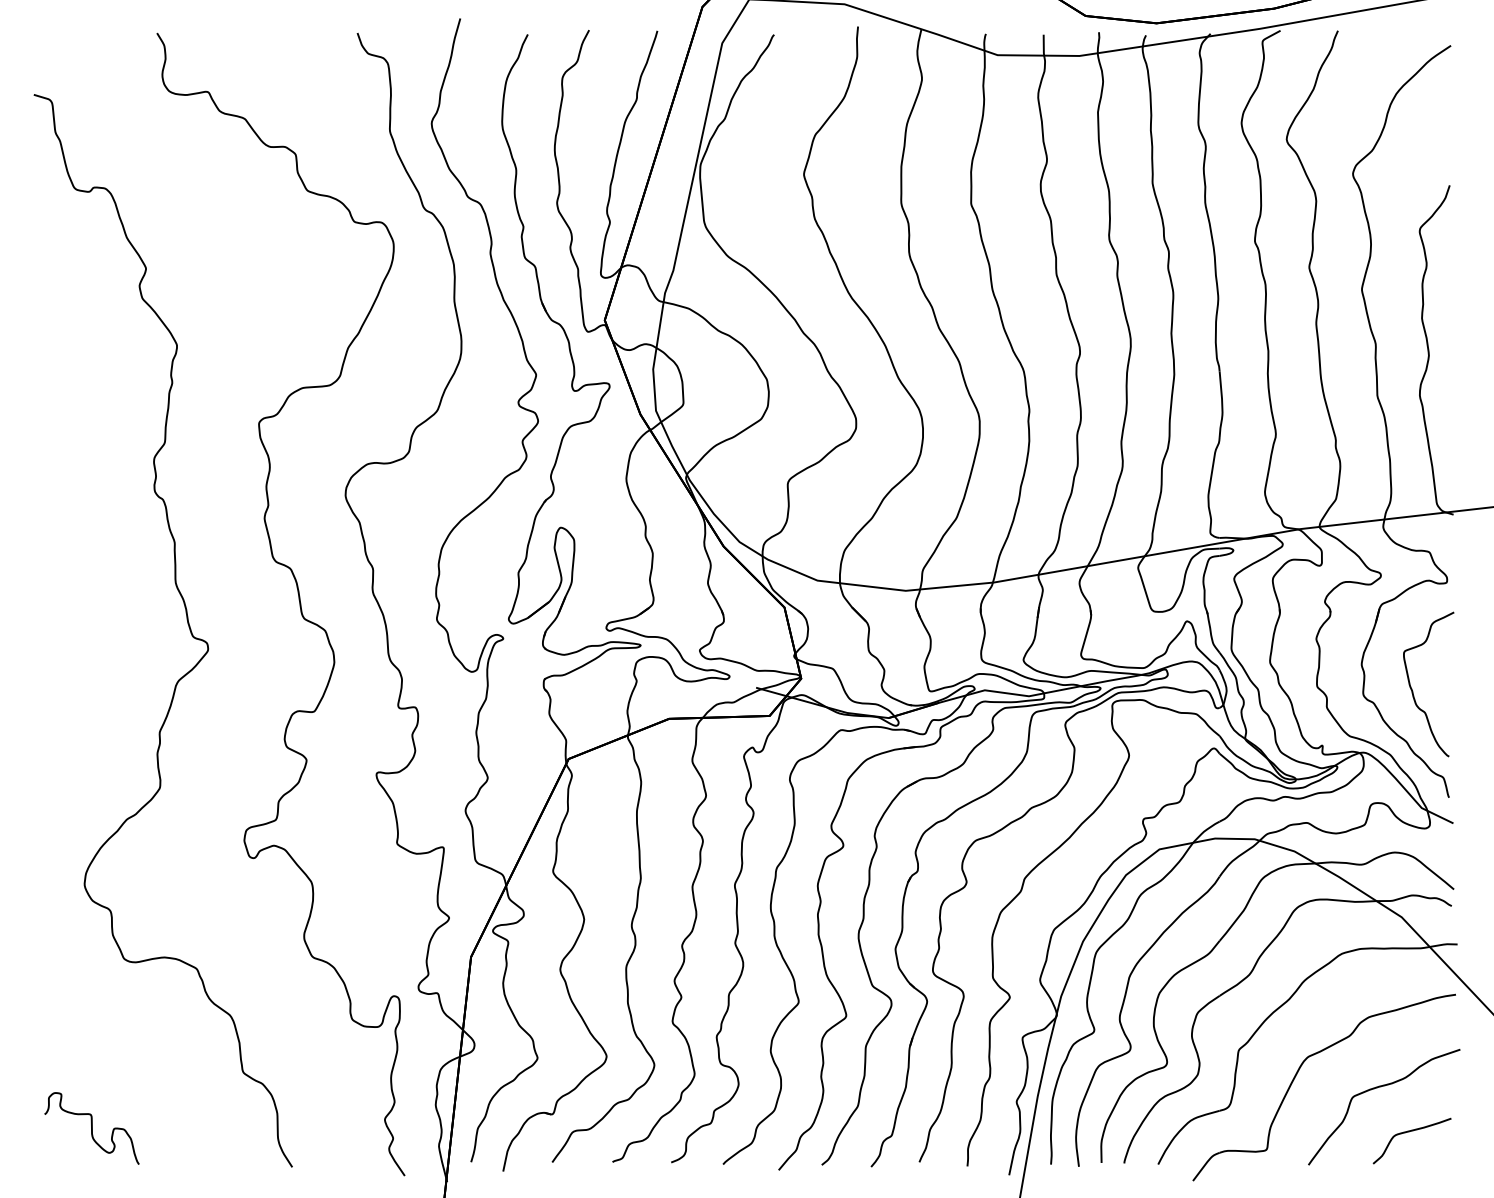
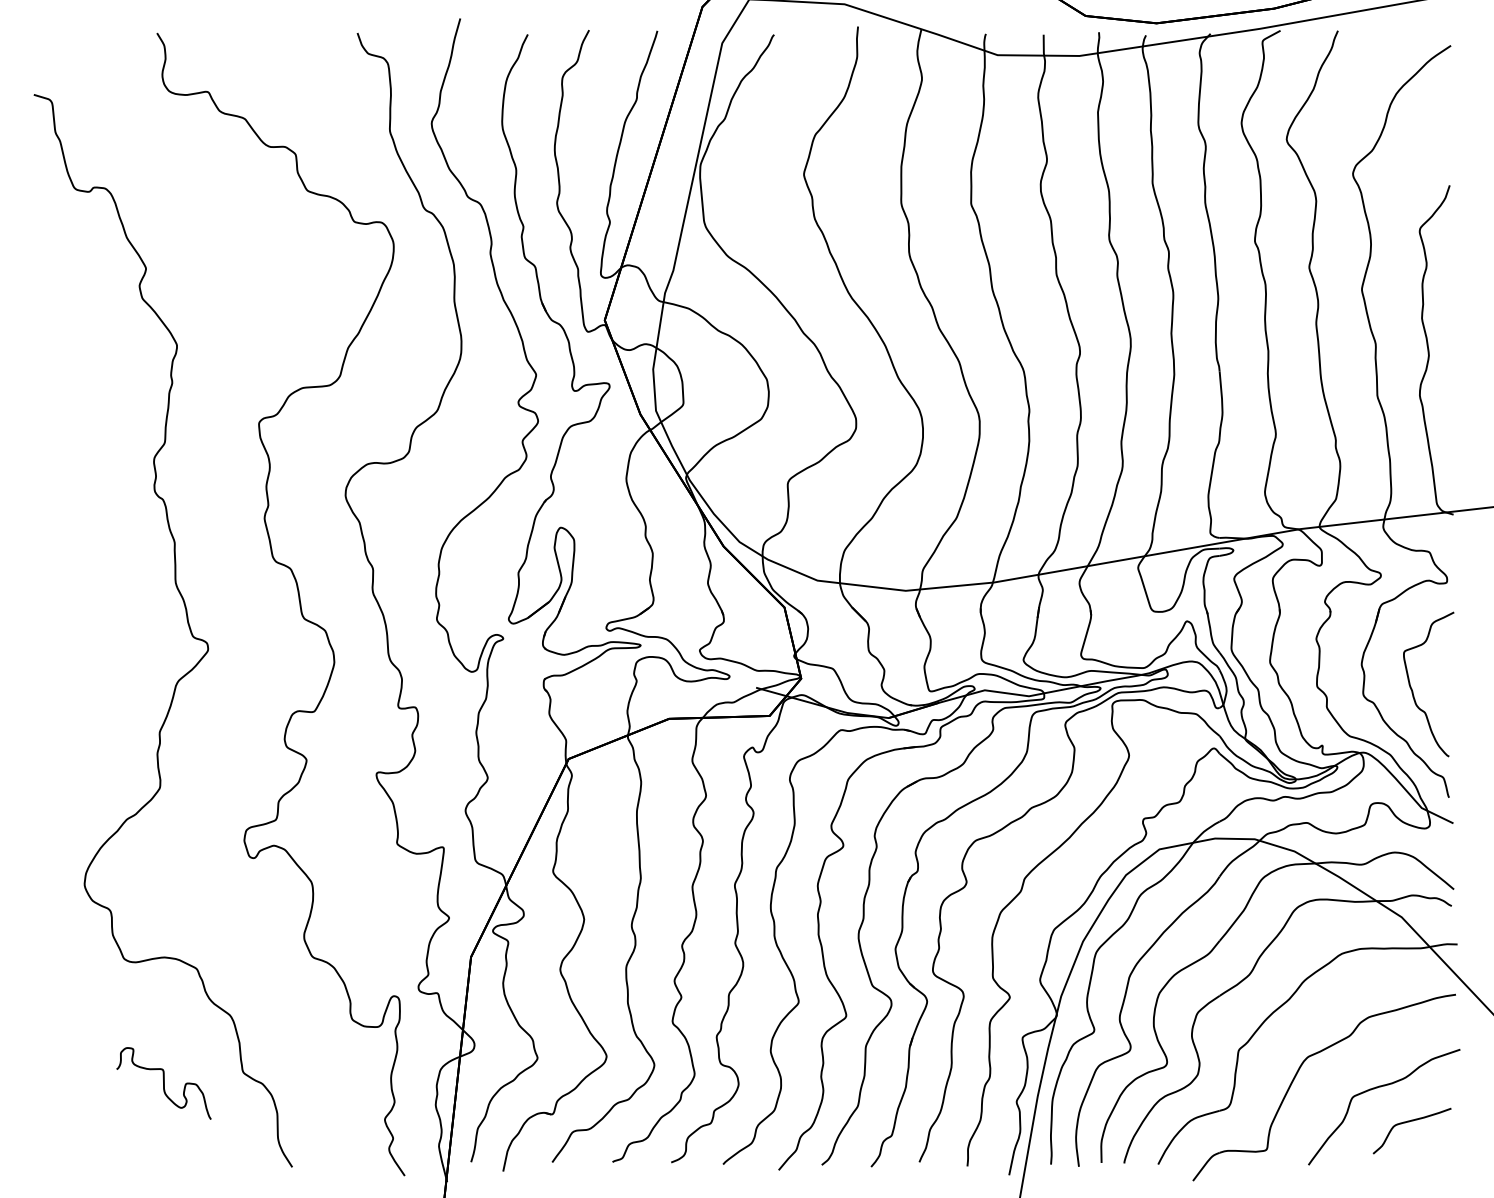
curve at (91, 1128) position: (91, 1128) -> (163, 1083)
curve at (1409, 1132) position: (1409, 1132) -> (1409, 1122)
